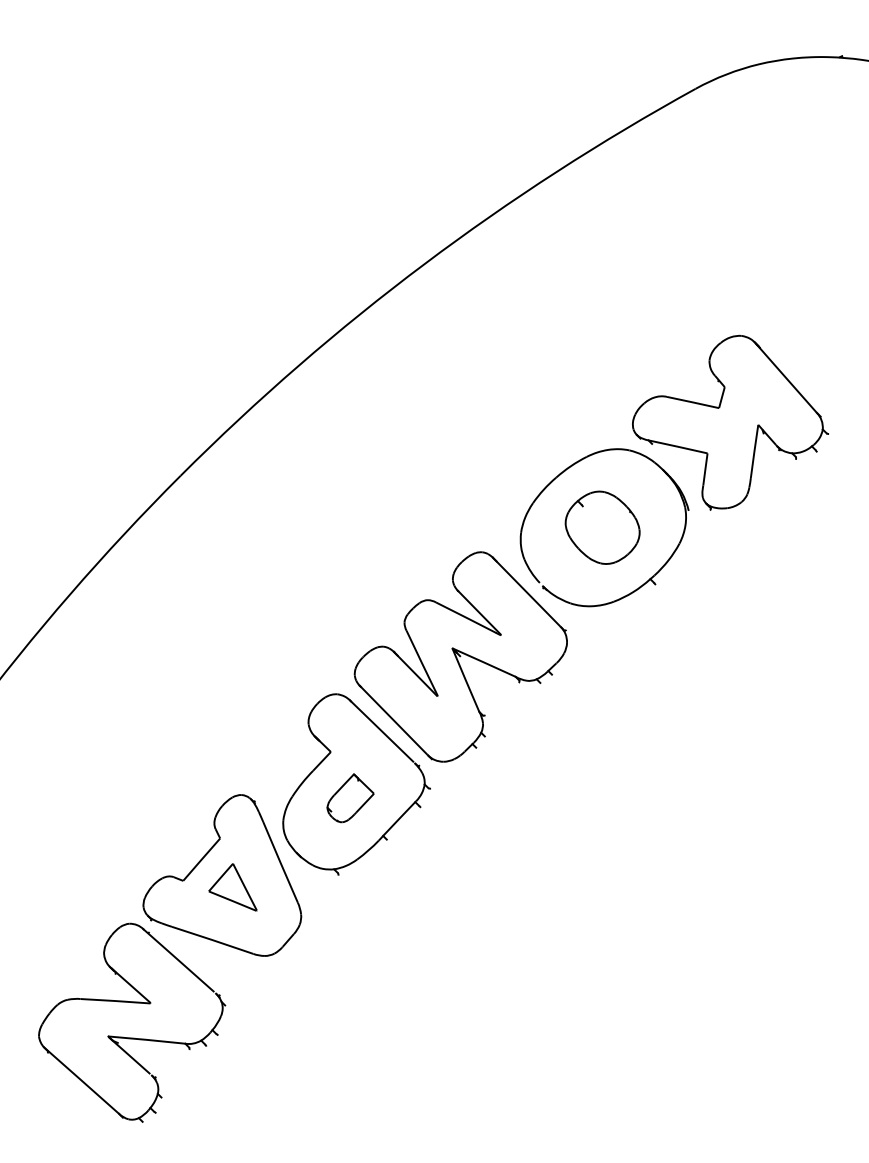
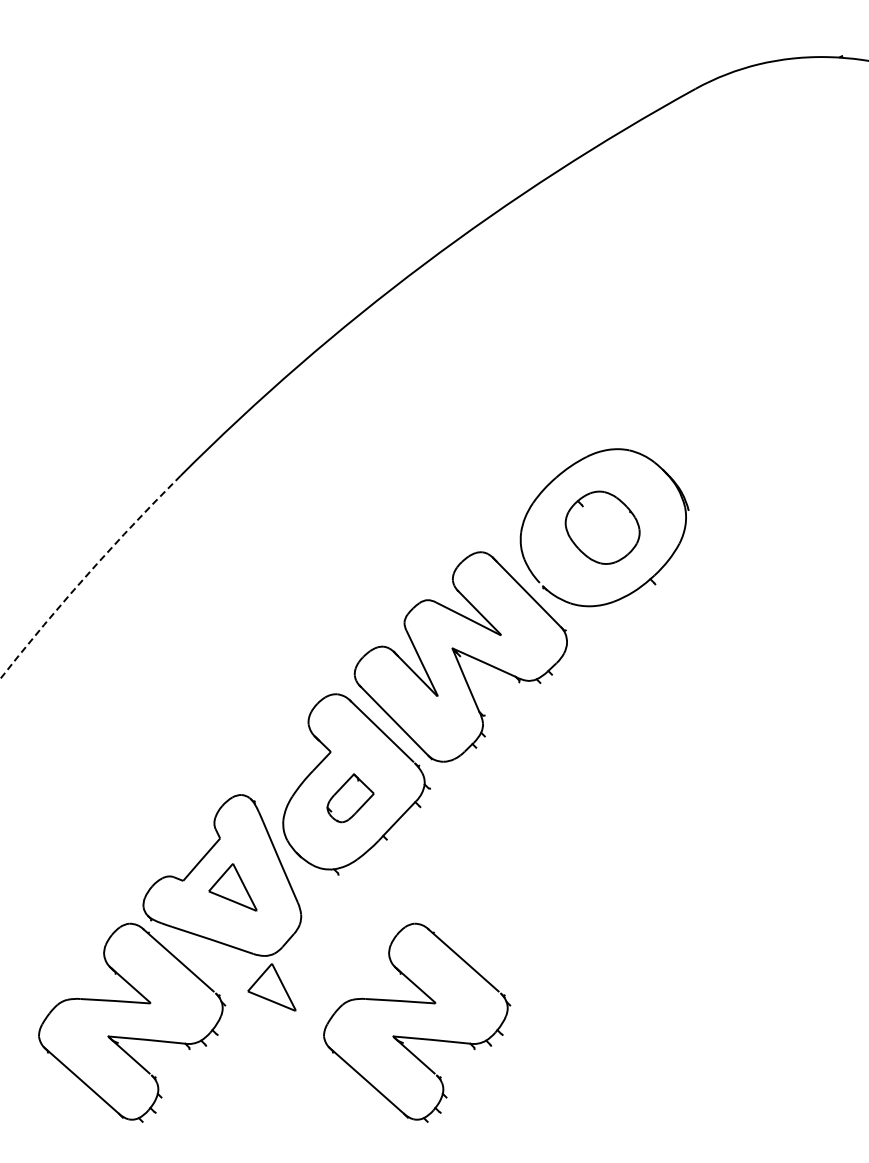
part at (730, 422): present -> none
arc at (87, 574): solid -> dashed
part at (271, 987): none -> present
part at (417, 1022): none -> present
